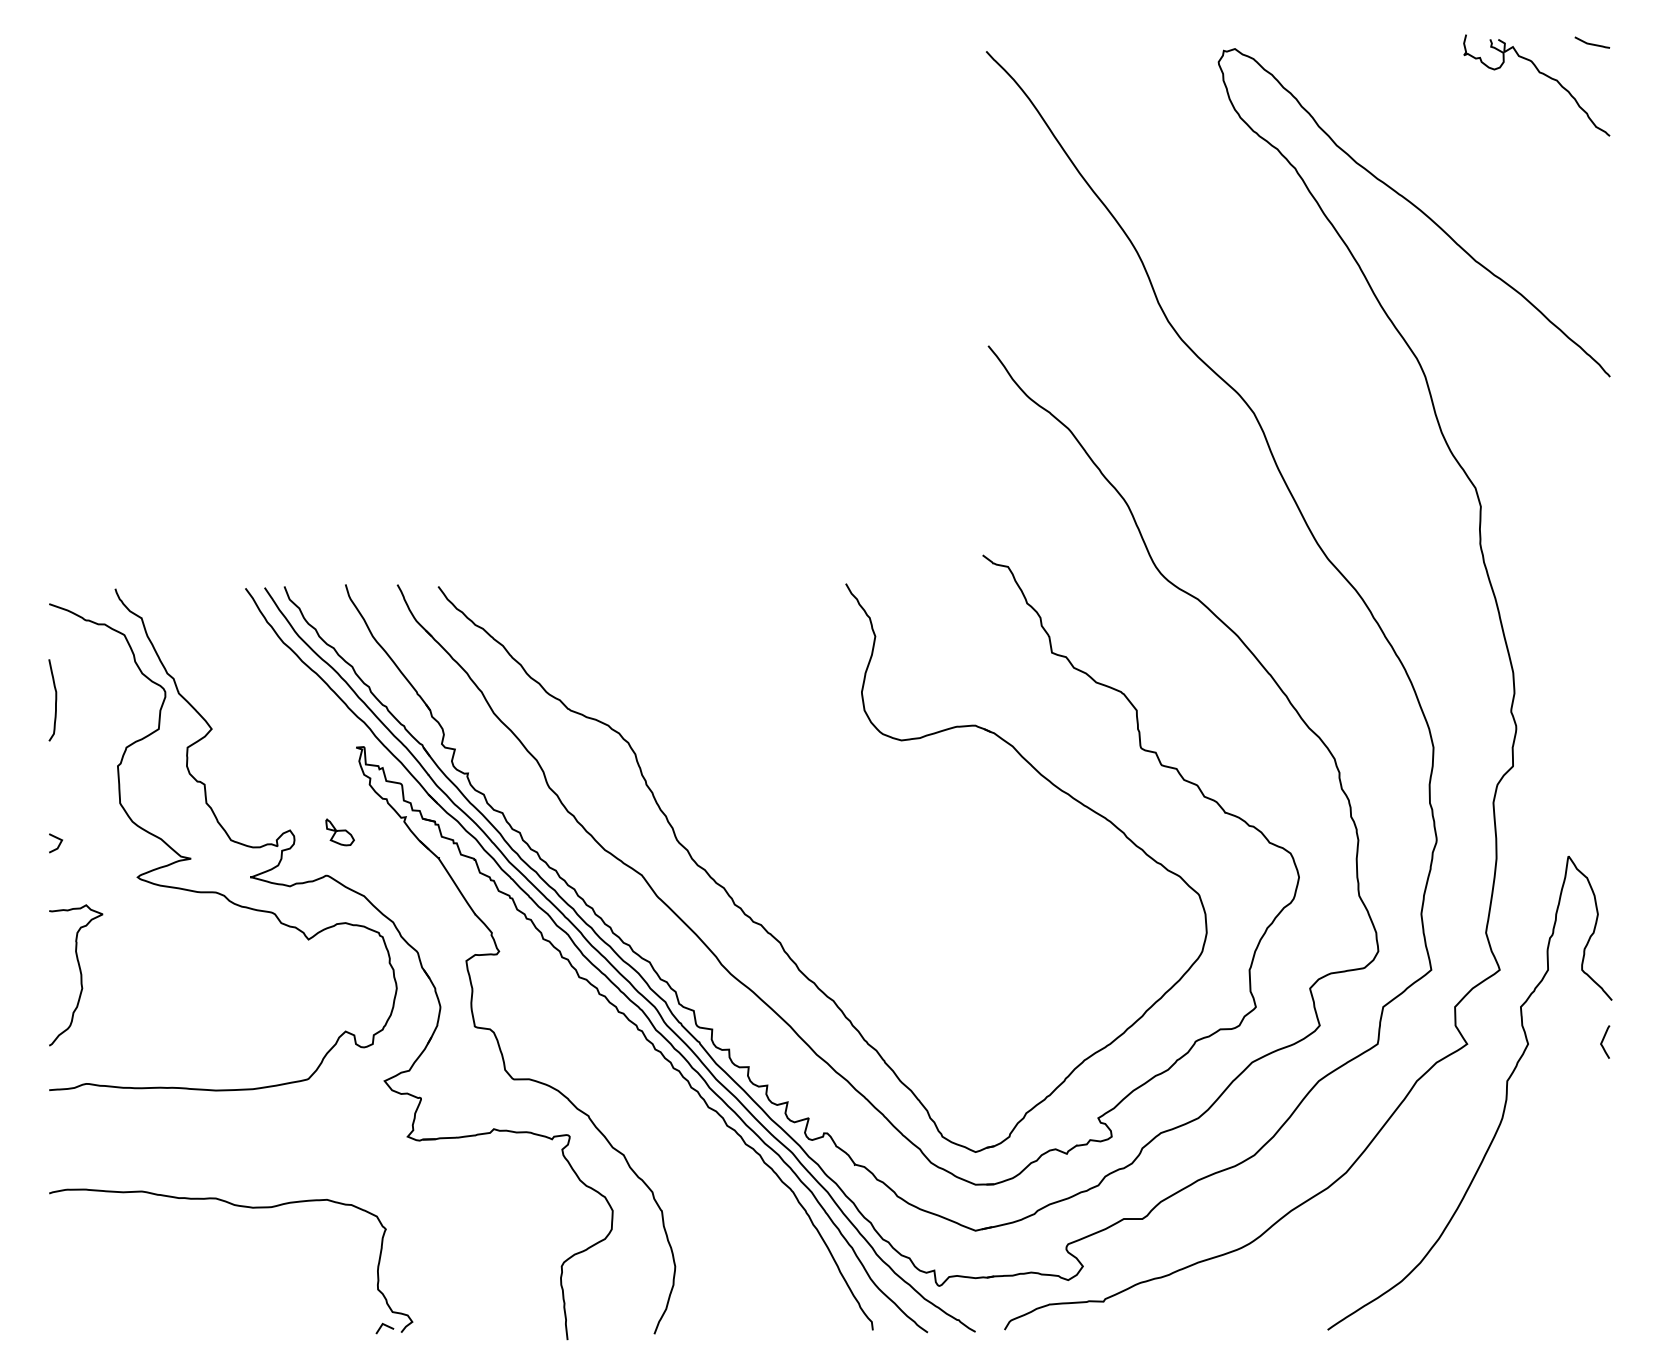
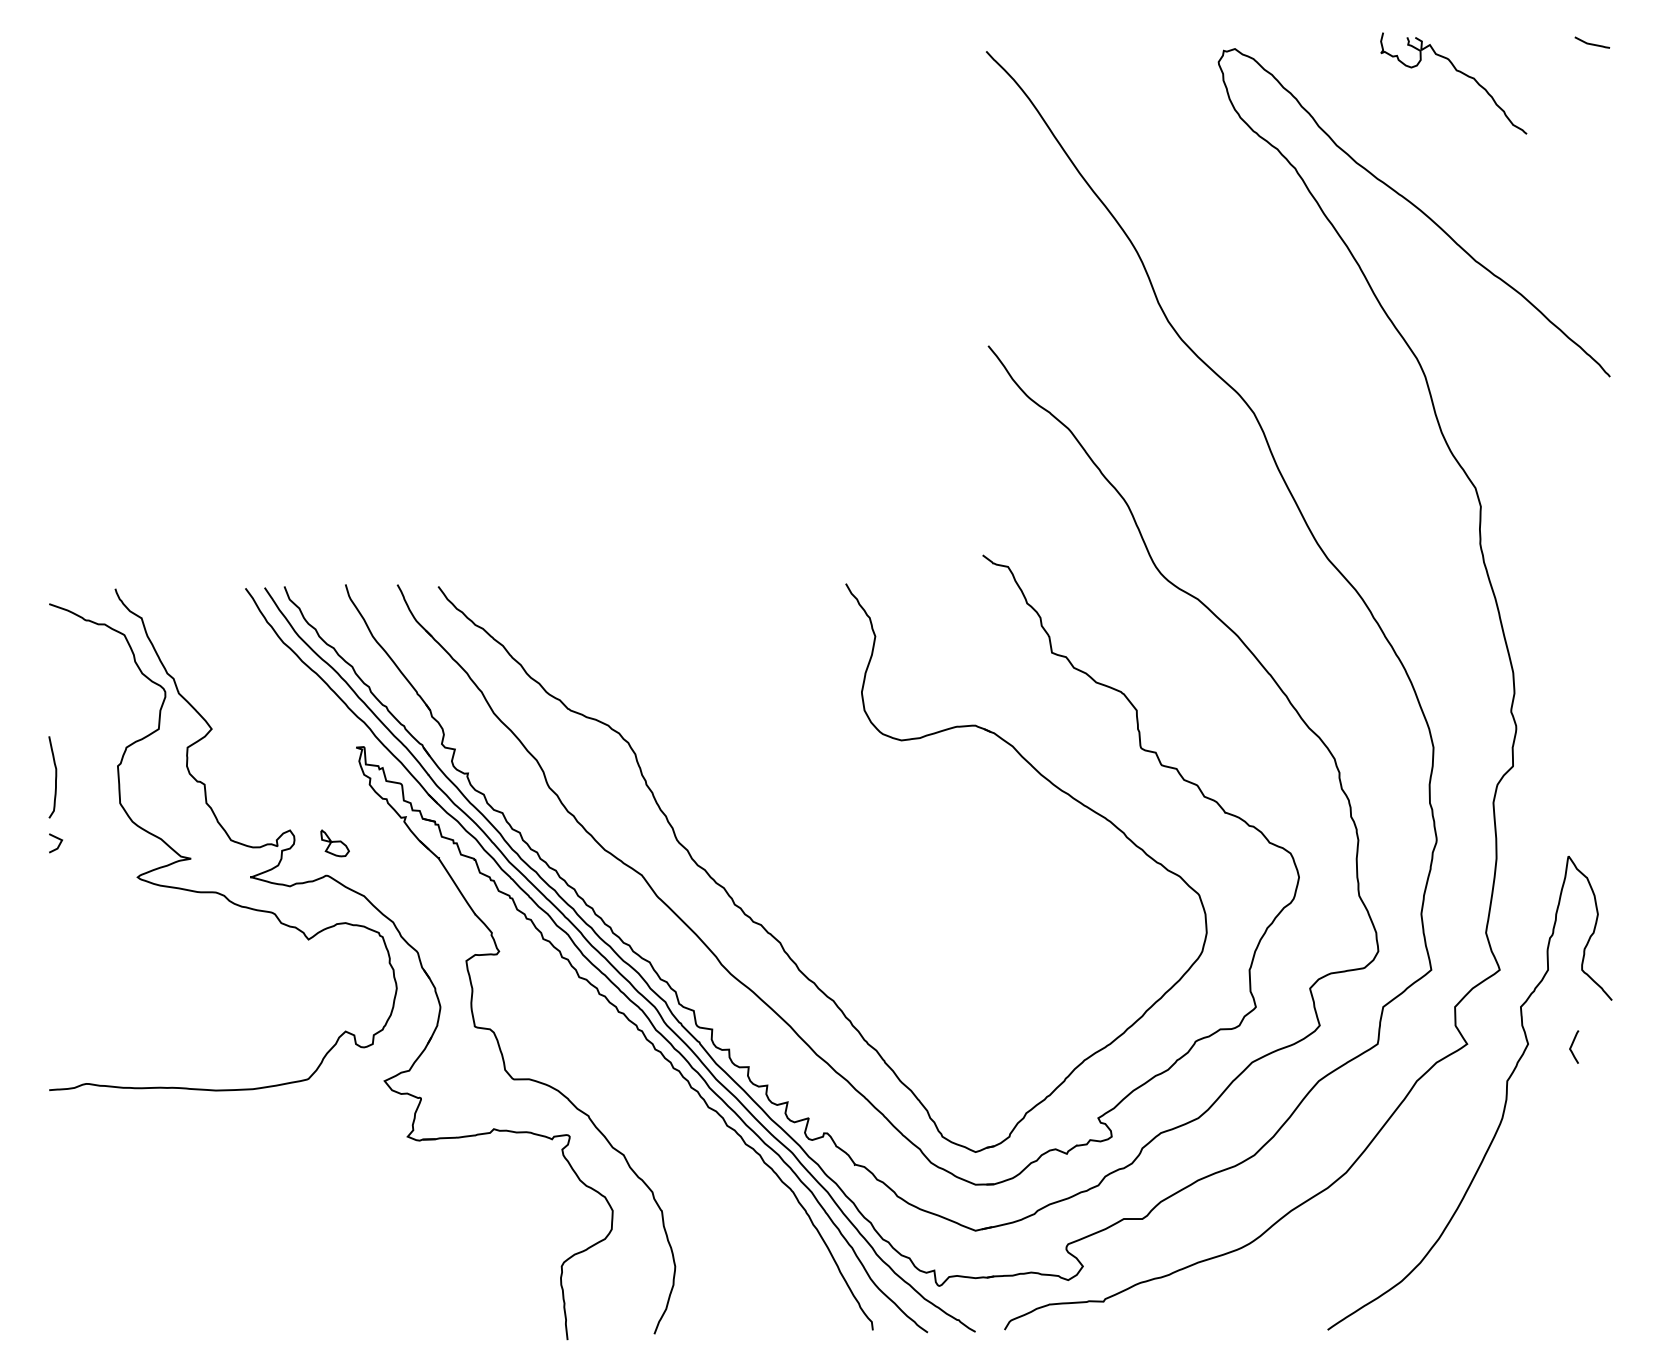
part at (1539, 73) position: (1539, 73) -> (1456, 71)
curve at (55, 700) position: (55, 700) -> (55, 777)
part at (339, 832) position: (339, 832) -> (334, 843)
curve at (80, 975): present -> none
curve at (1603, 1041) position: (1603, 1041) -> (1572, 1046)
part at (241, 1207): present -> none
